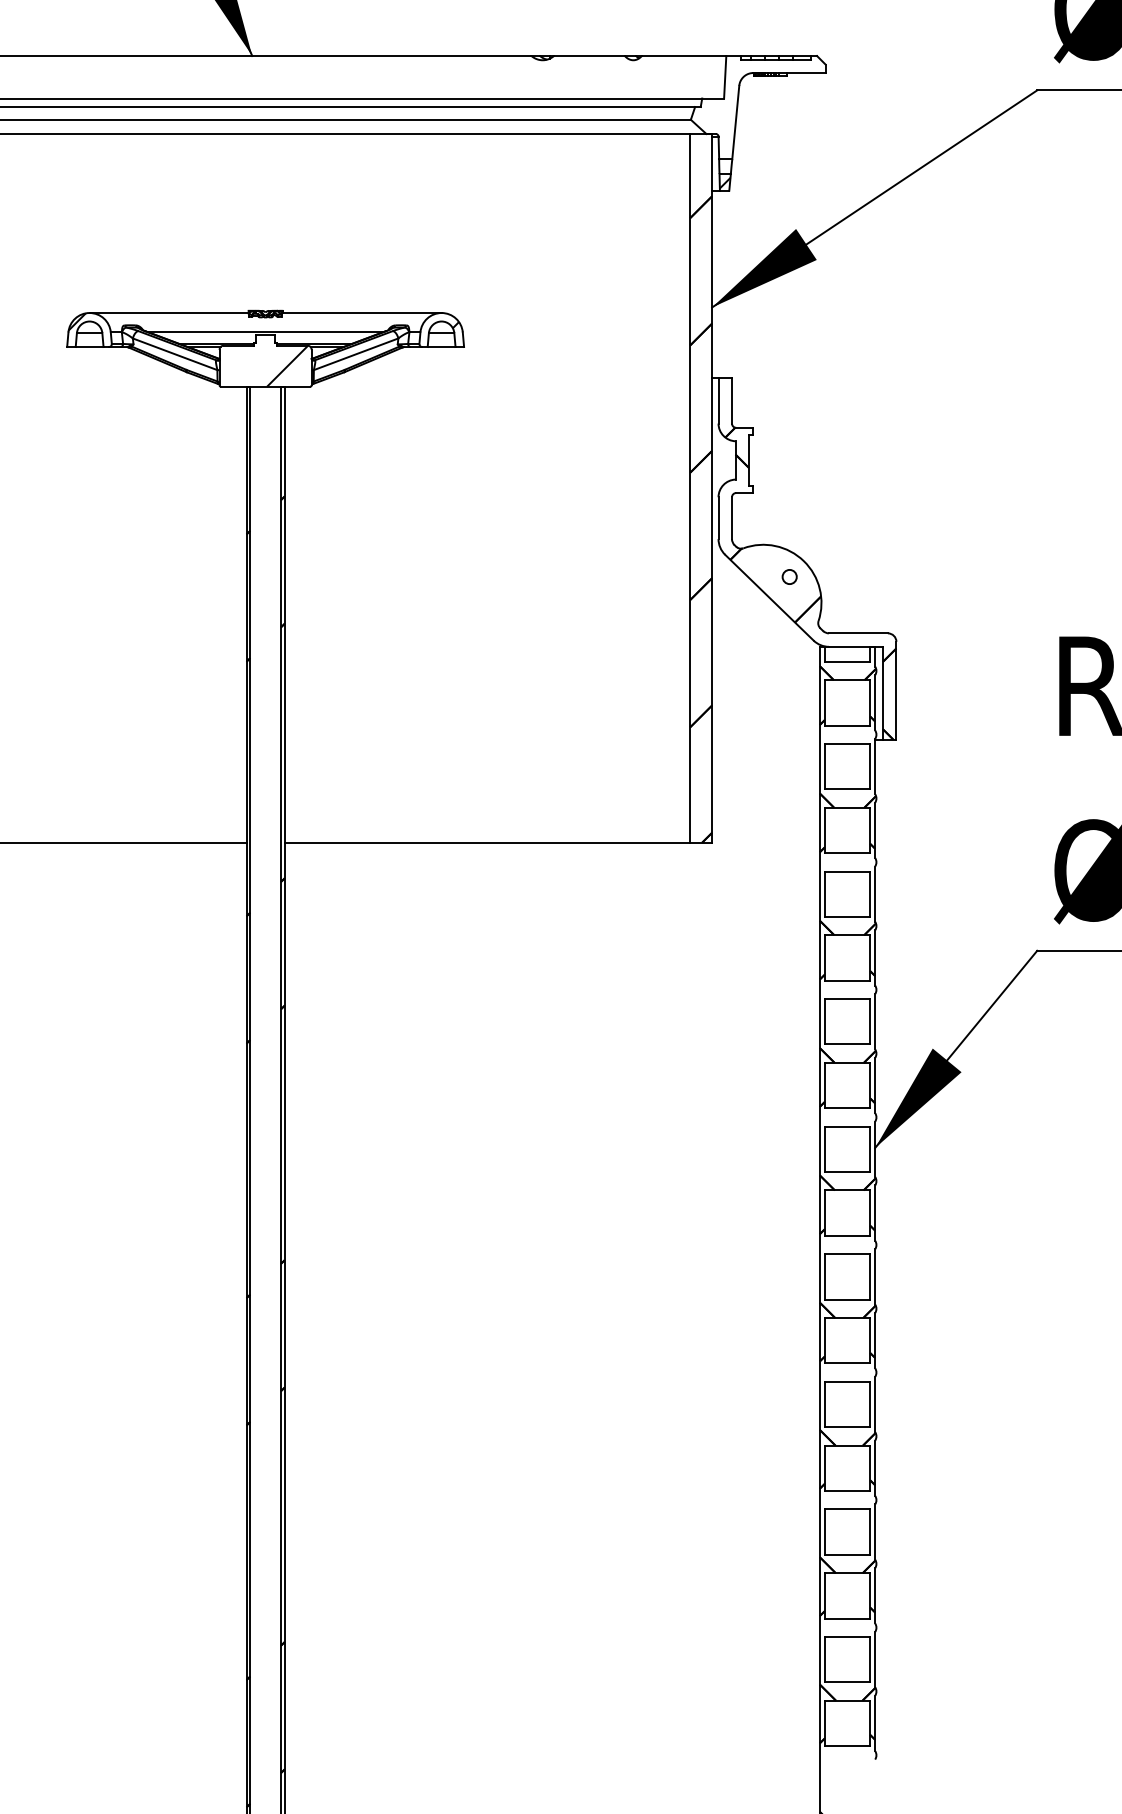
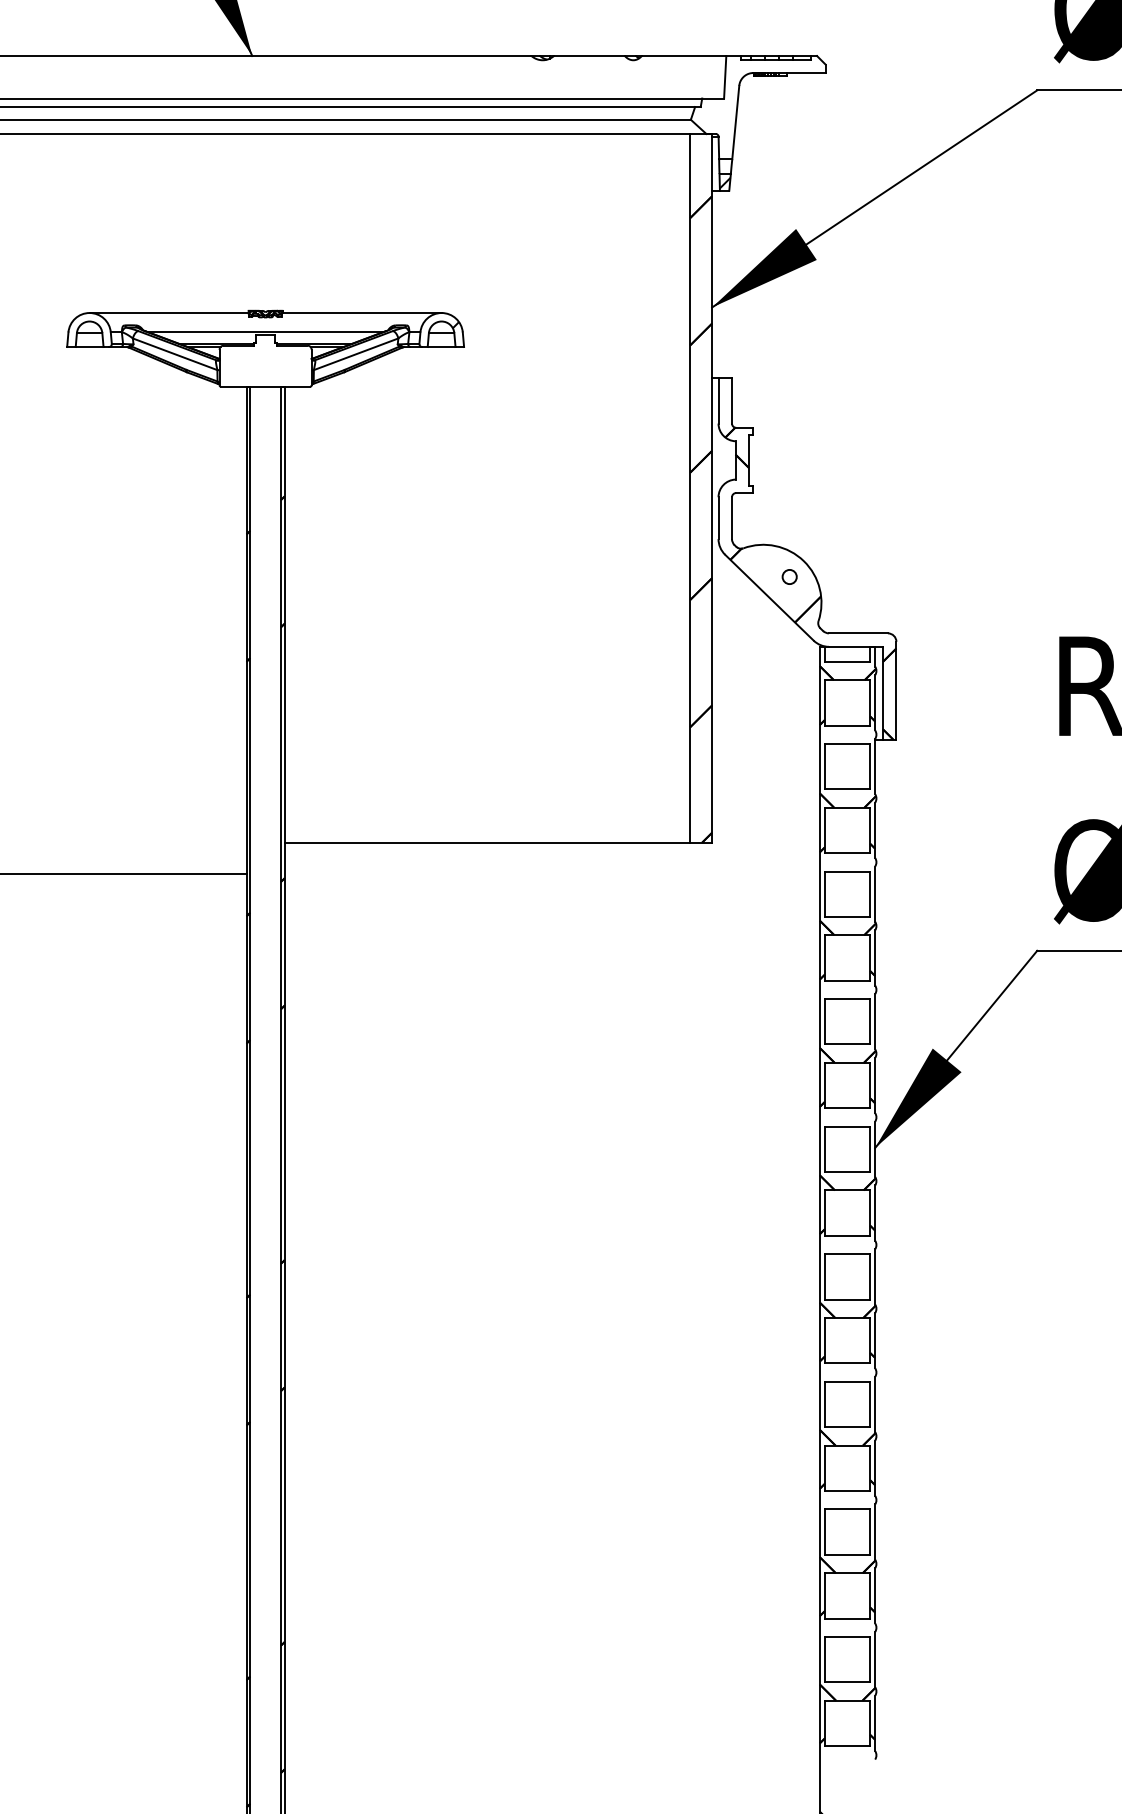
hatch at (76, 321): present -> none
hatch at (287, 365): present -> none
line at (124, 842) position: (124, 842) -> (124, 873)
